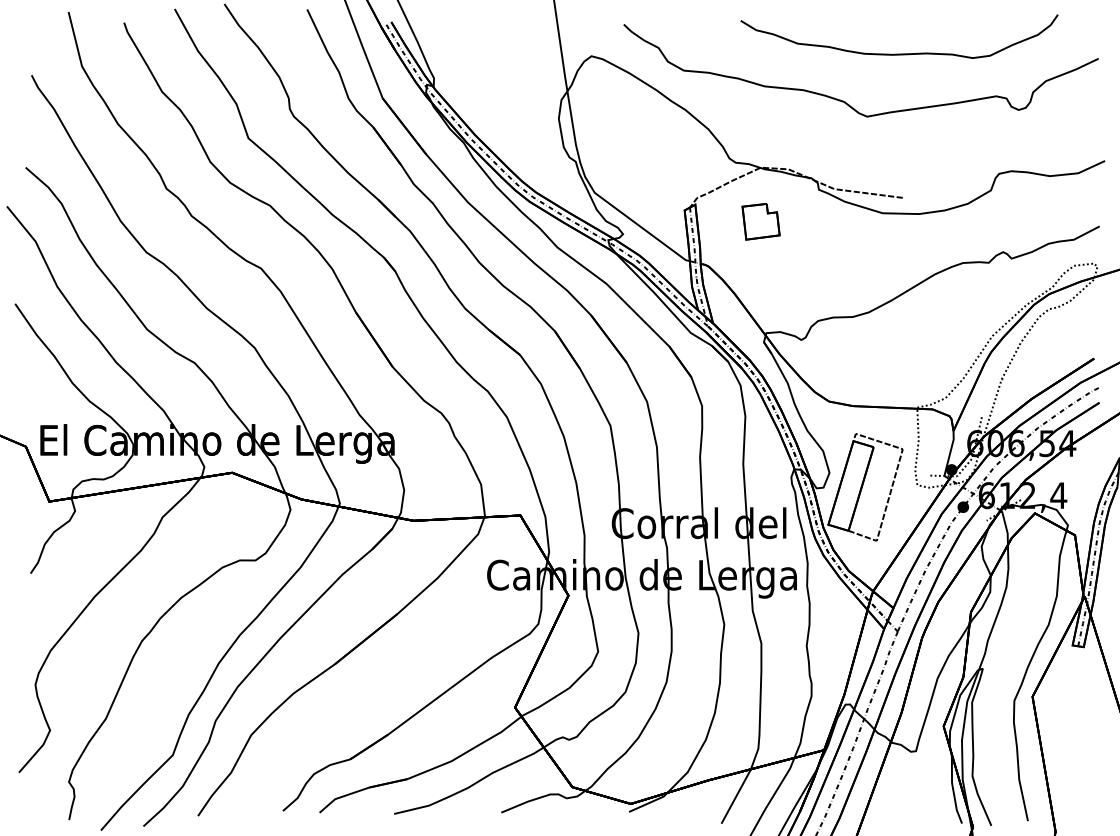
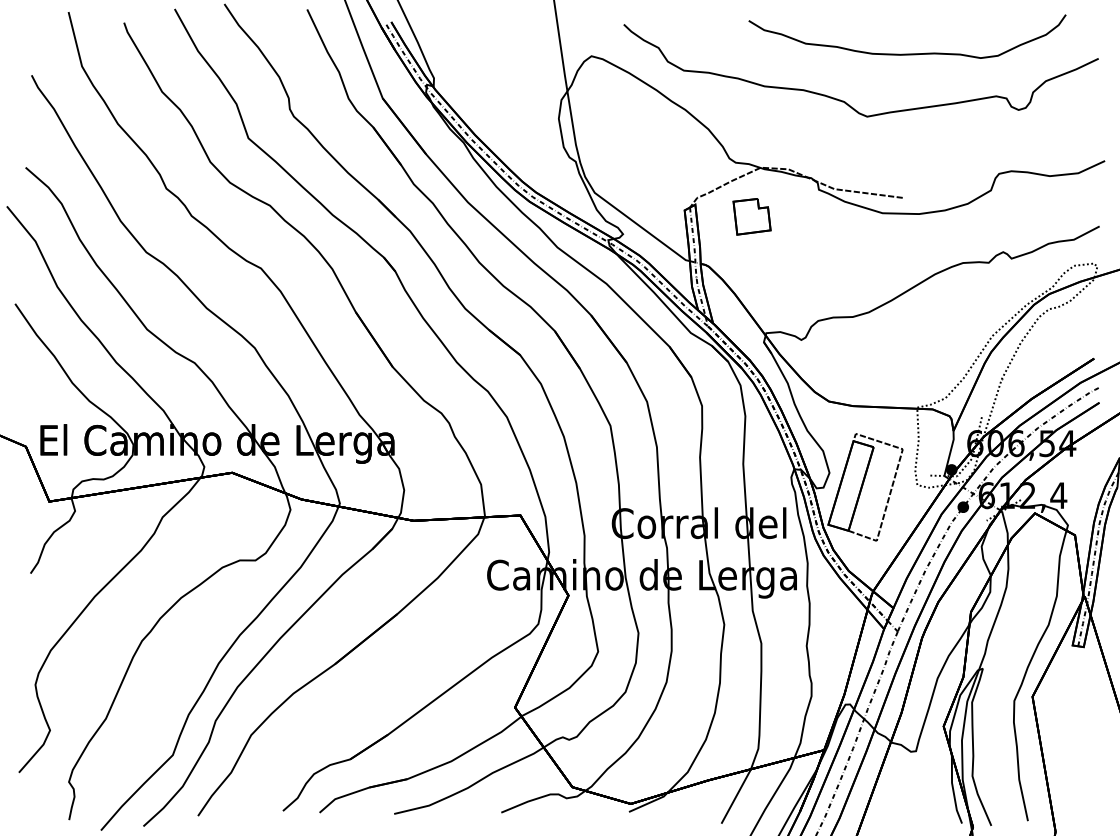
curve at (899, 53) position: (899, 53) -> (907, 53)
part at (760, 221) position: (760, 221) -> (751, 216)
